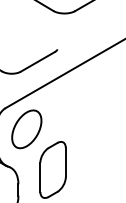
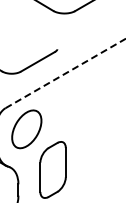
line at (65, 73): solid -> dashed
